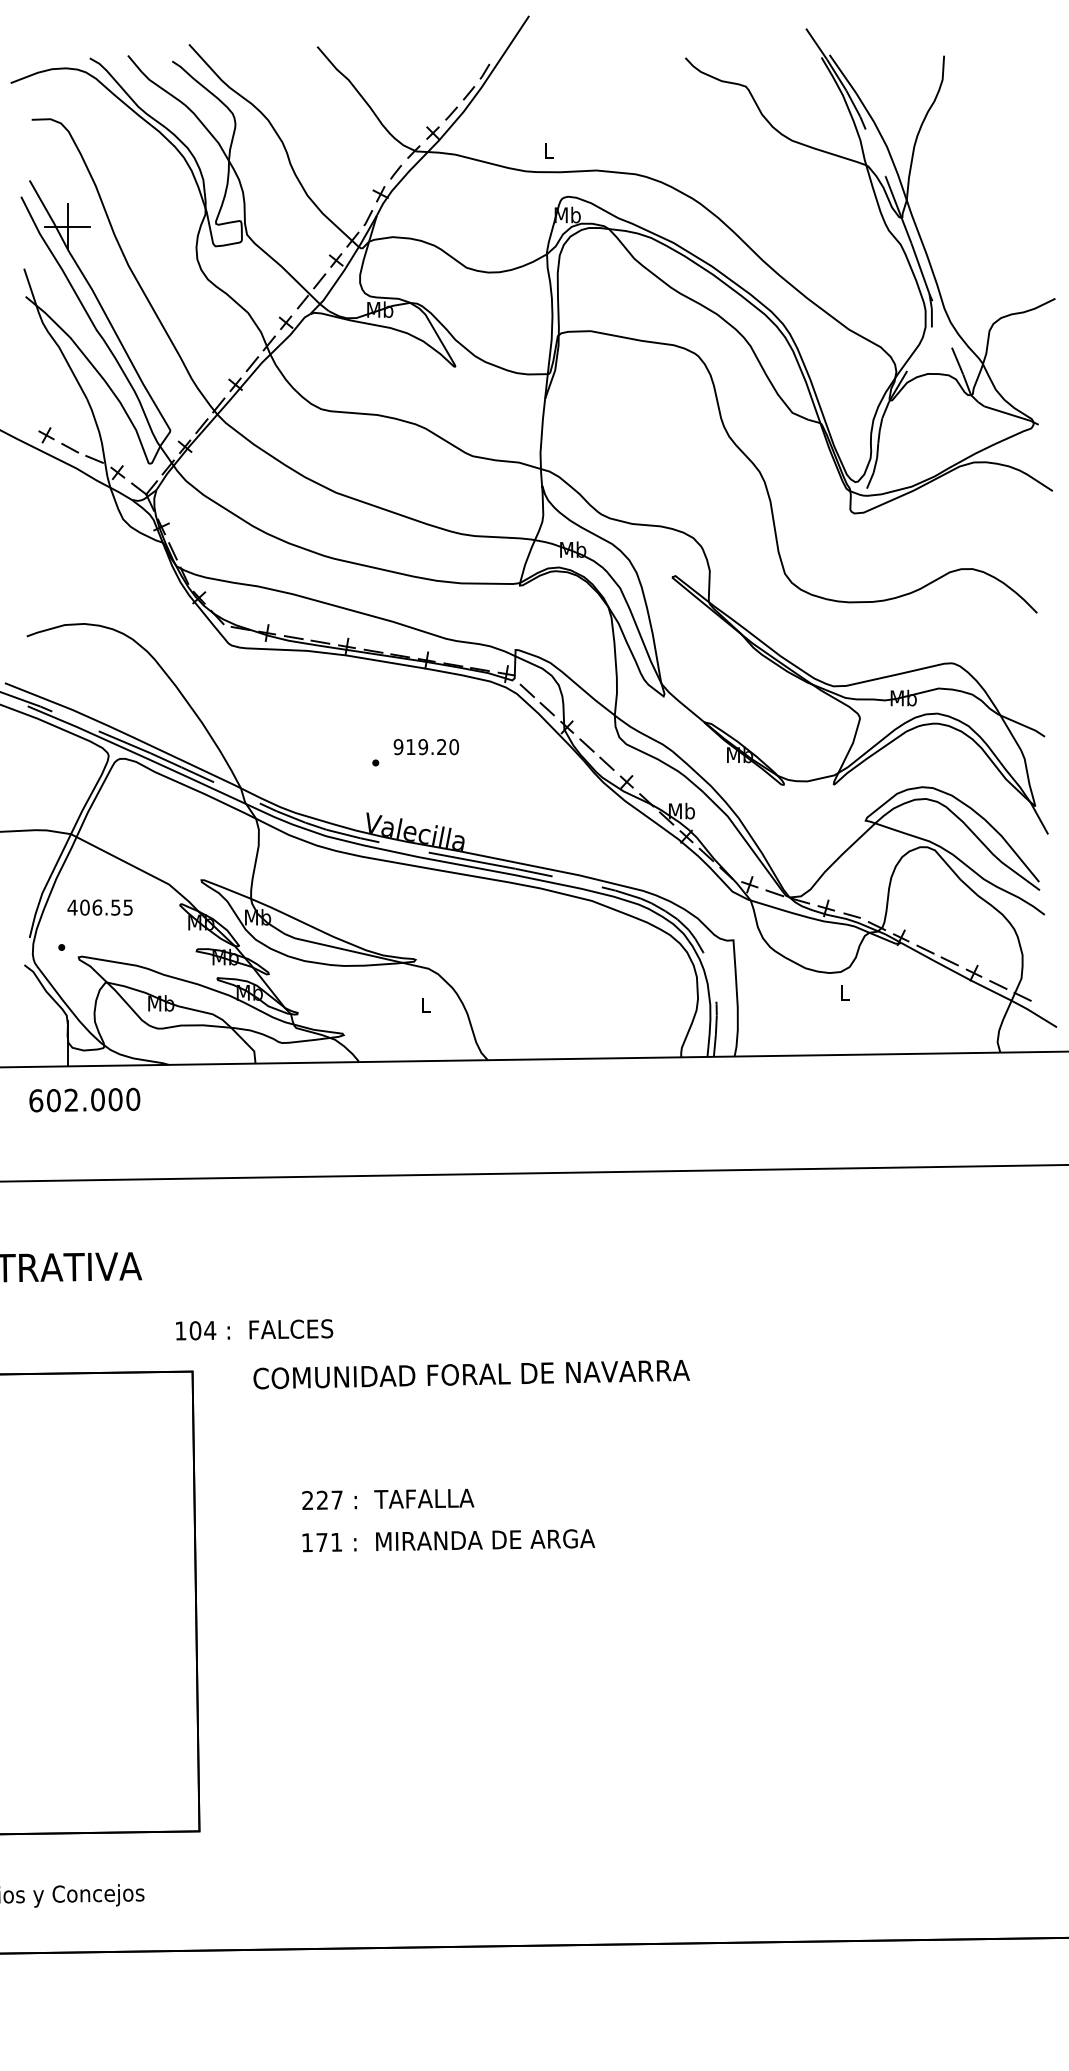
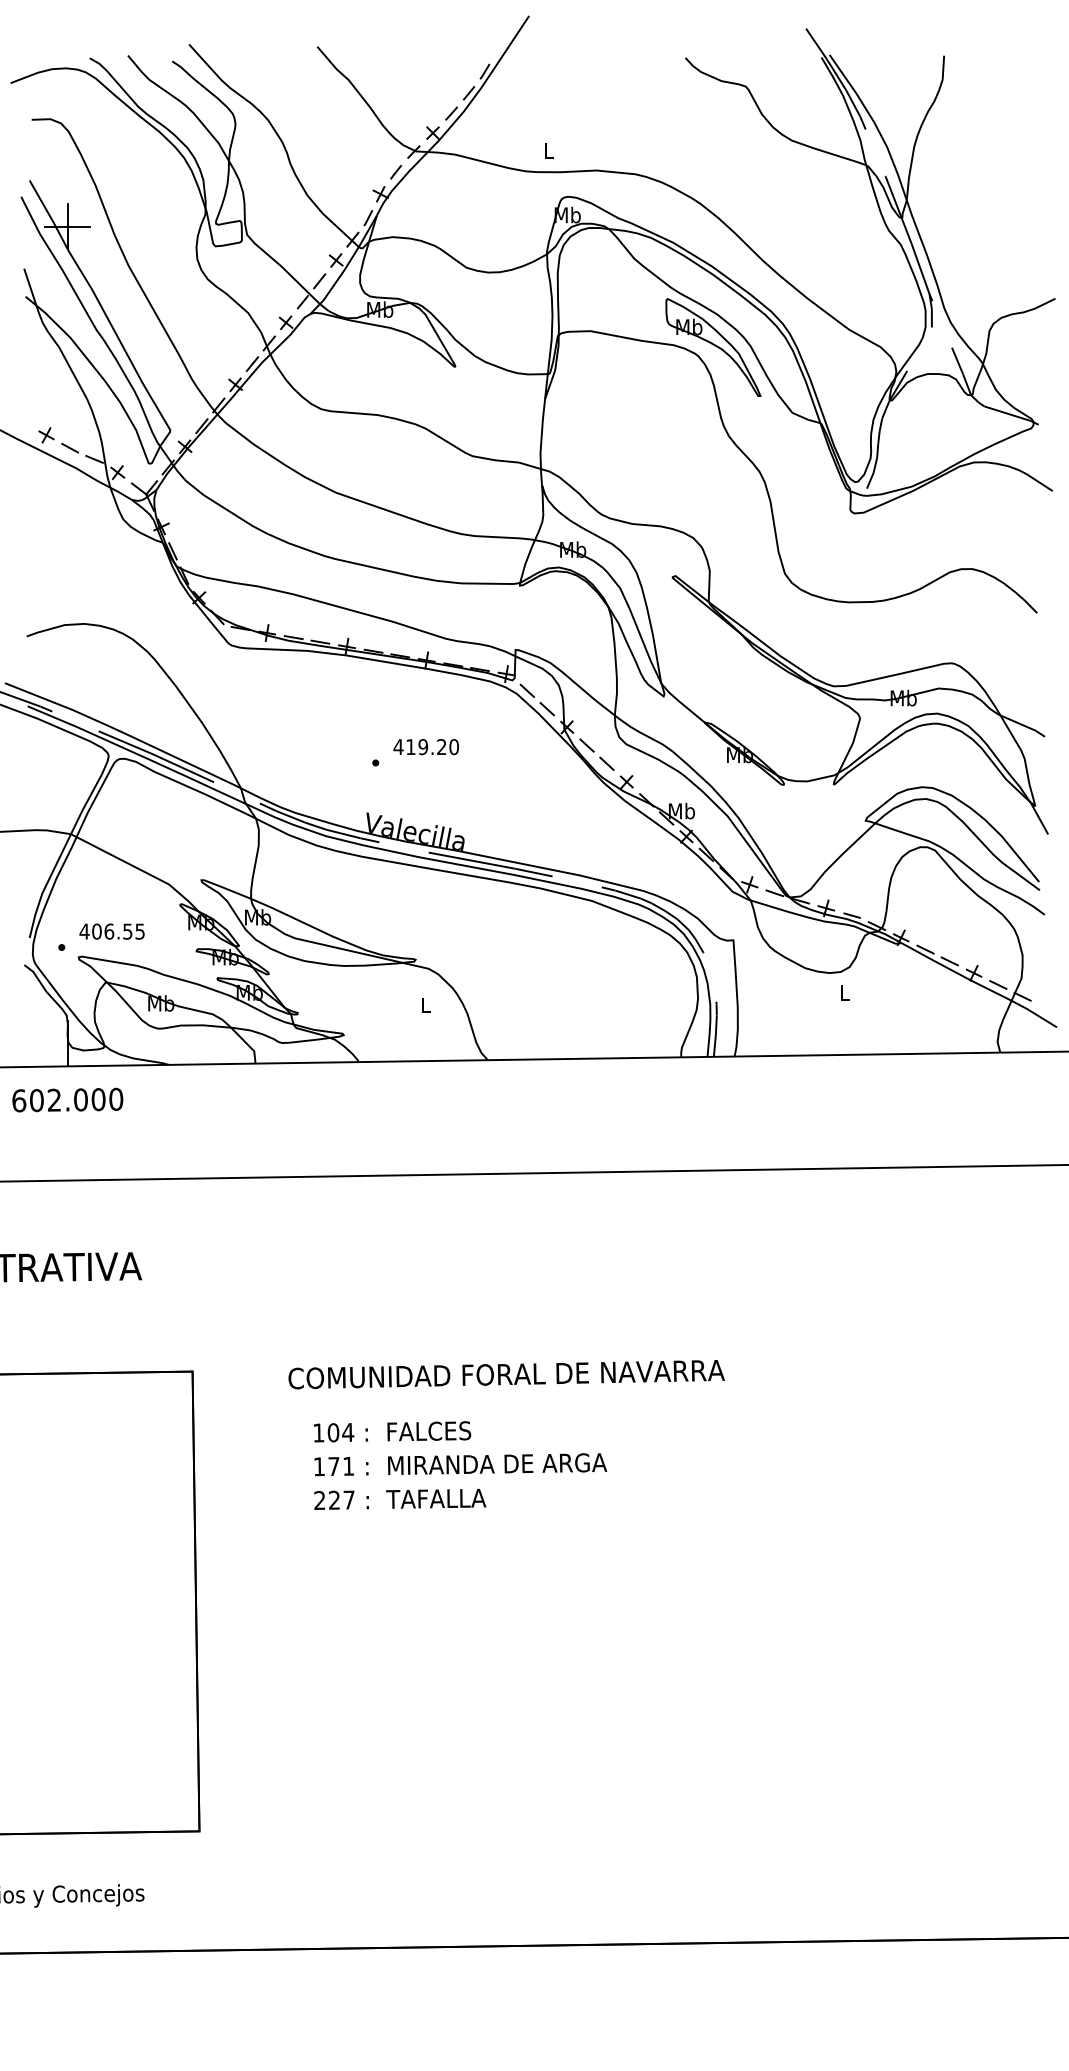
part at (713, 347): none -> present
text at (398, 747): 919.20 -> 419.20
text at (99, 907) position: (99, 907) -> (111, 931)
text at (84, 1099) position: (84, 1099) -> (67, 1099)
text at (254, 1329) position: (254, 1329) -> (392, 1431)
text at (471, 1374) position: (471, 1374) -> (506, 1374)
text at (388, 1498) position: (388, 1498) -> (400, 1498)
text at (448, 1540) position: (448, 1540) -> (460, 1464)
